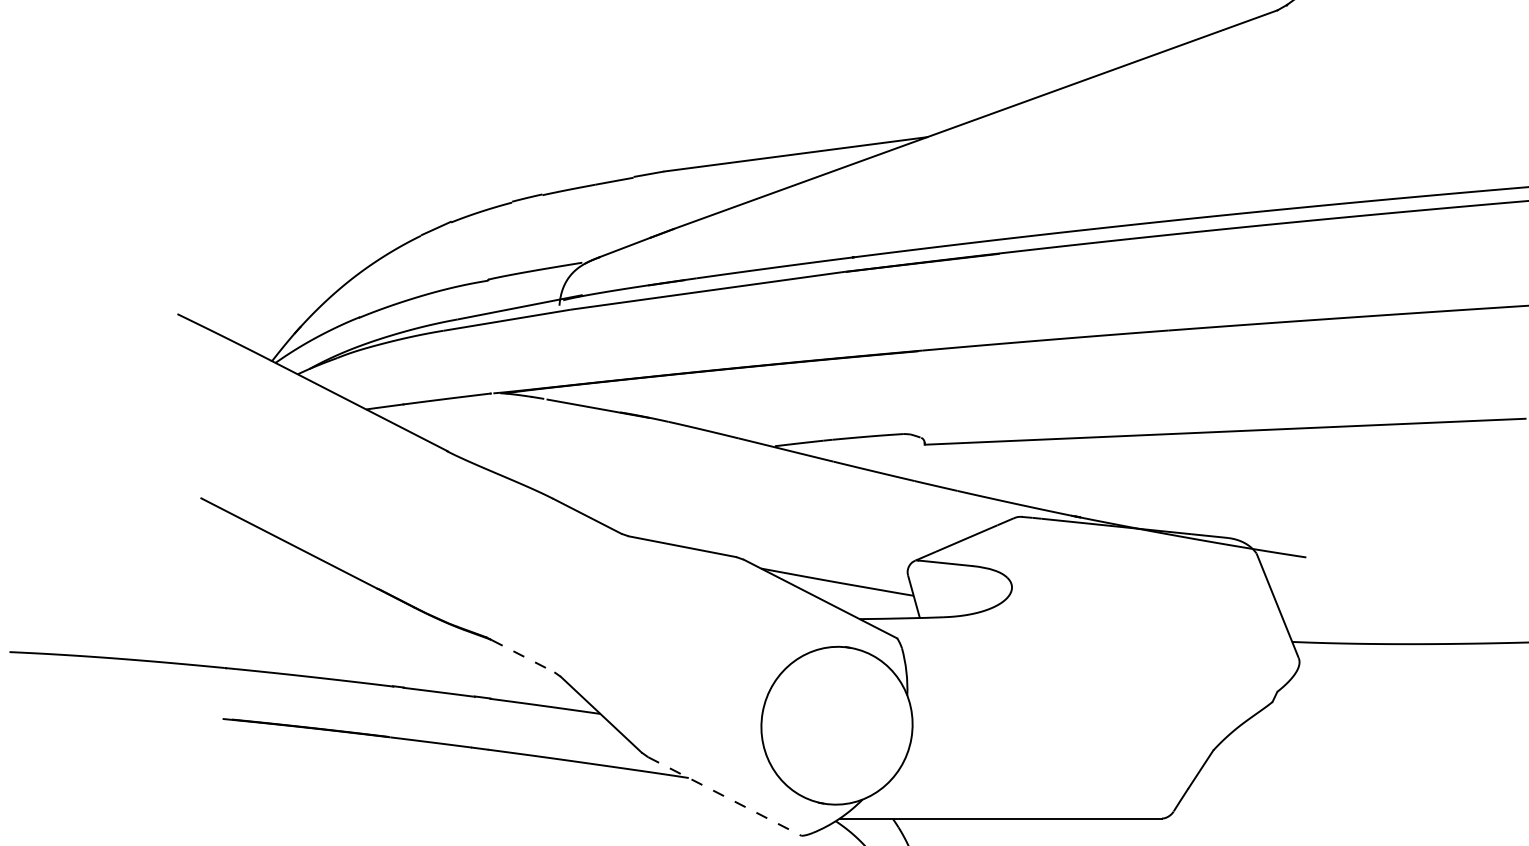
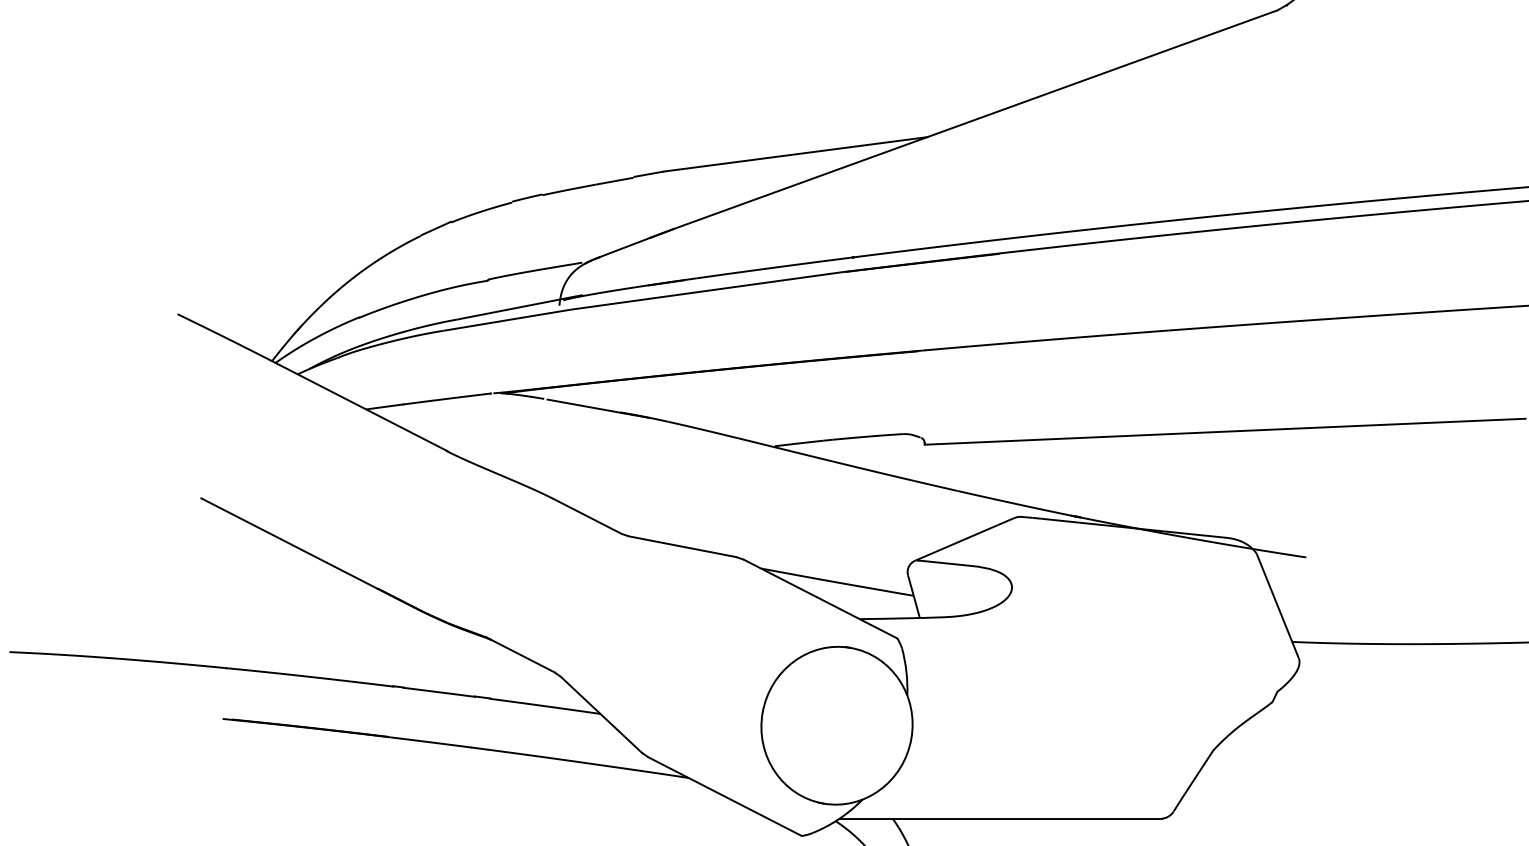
line at (523, 656): dashed -> solid
line at (725, 796): dashed -> solid
